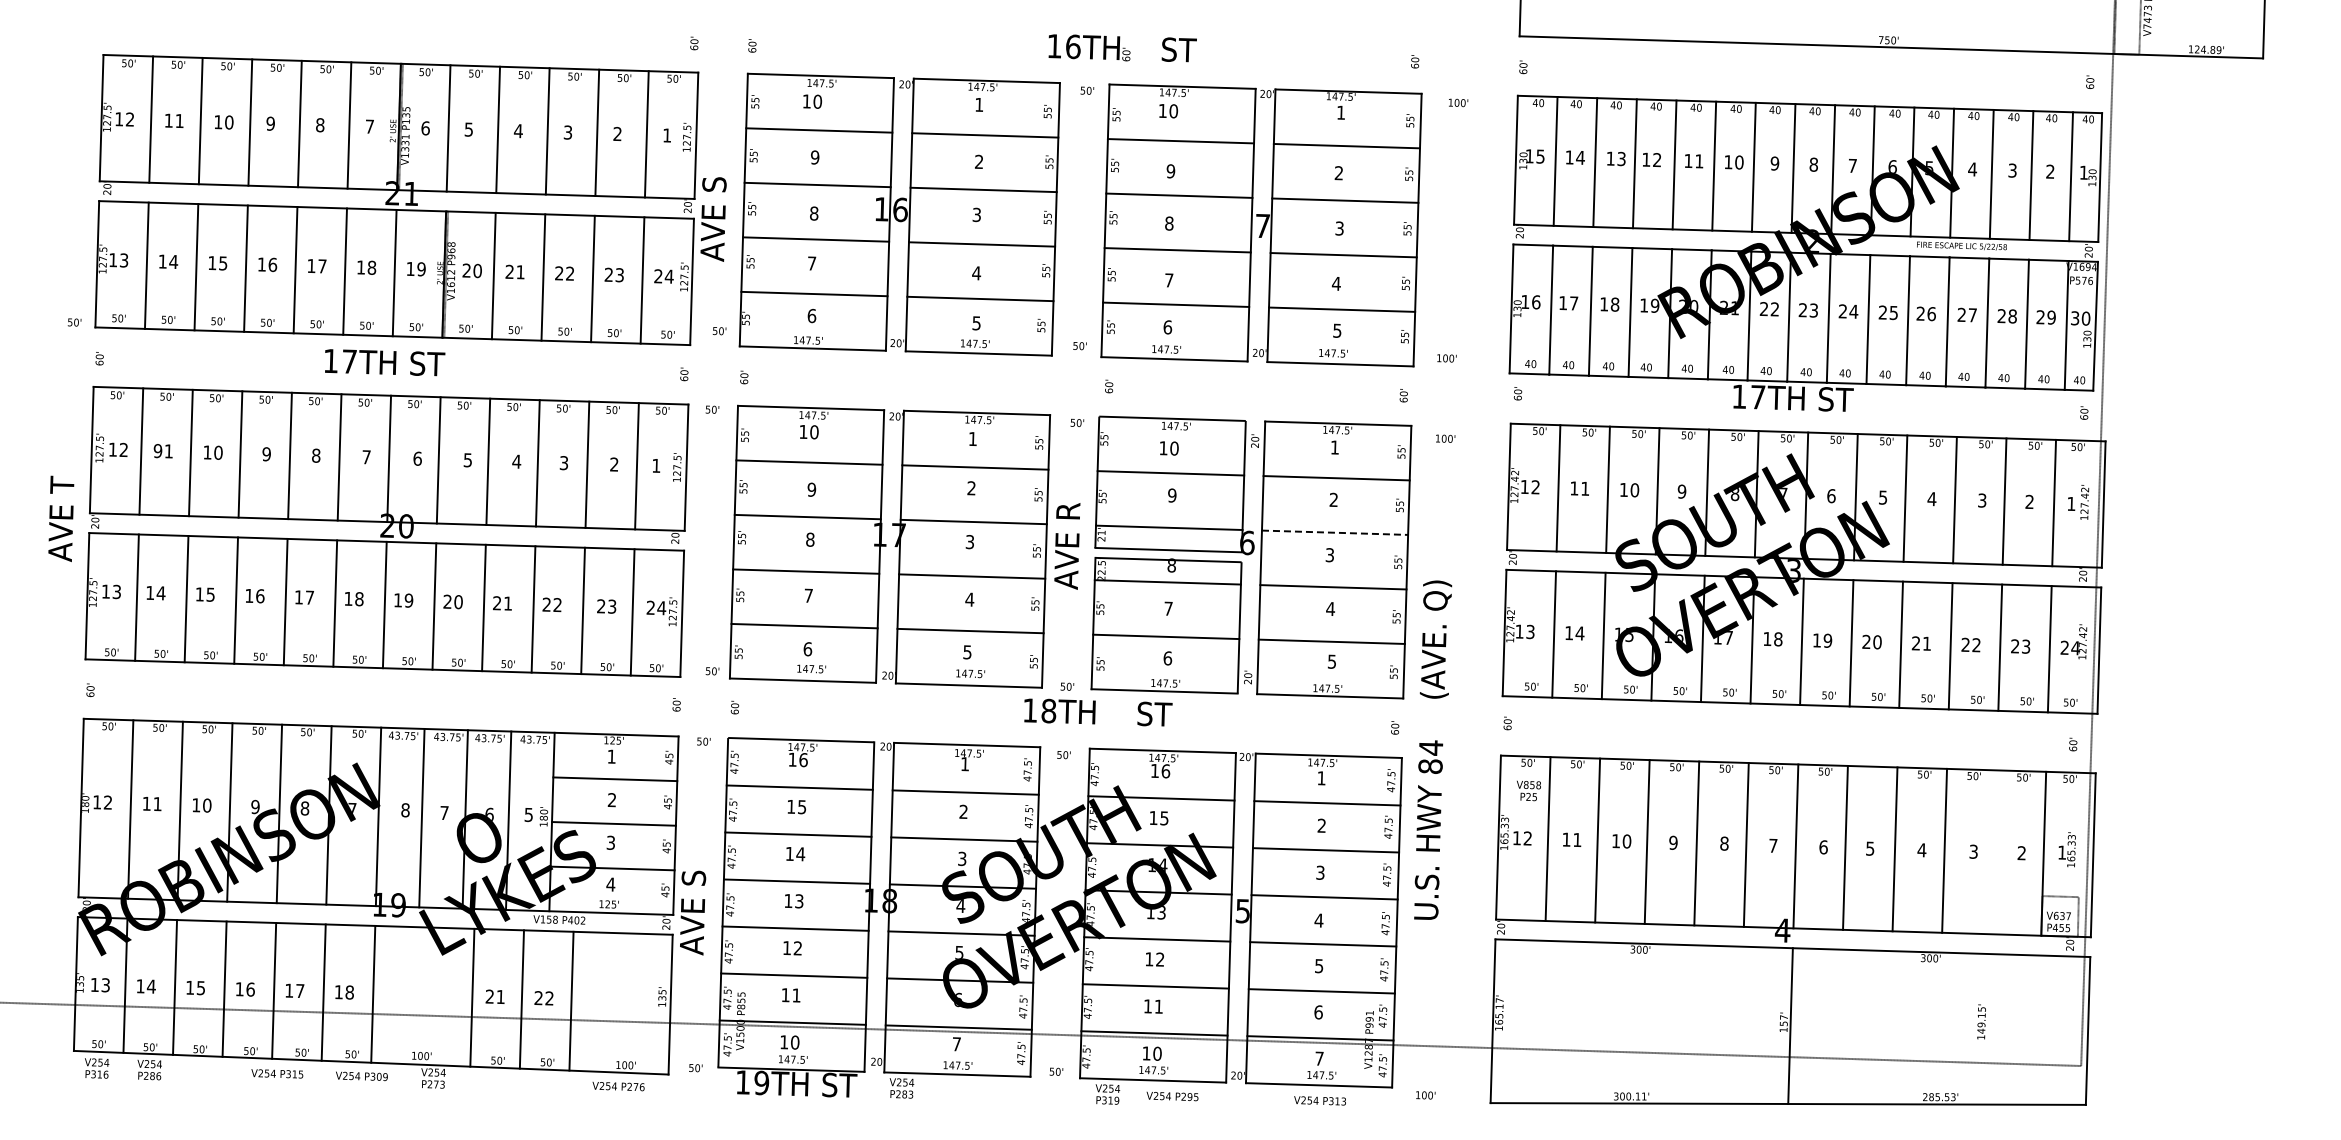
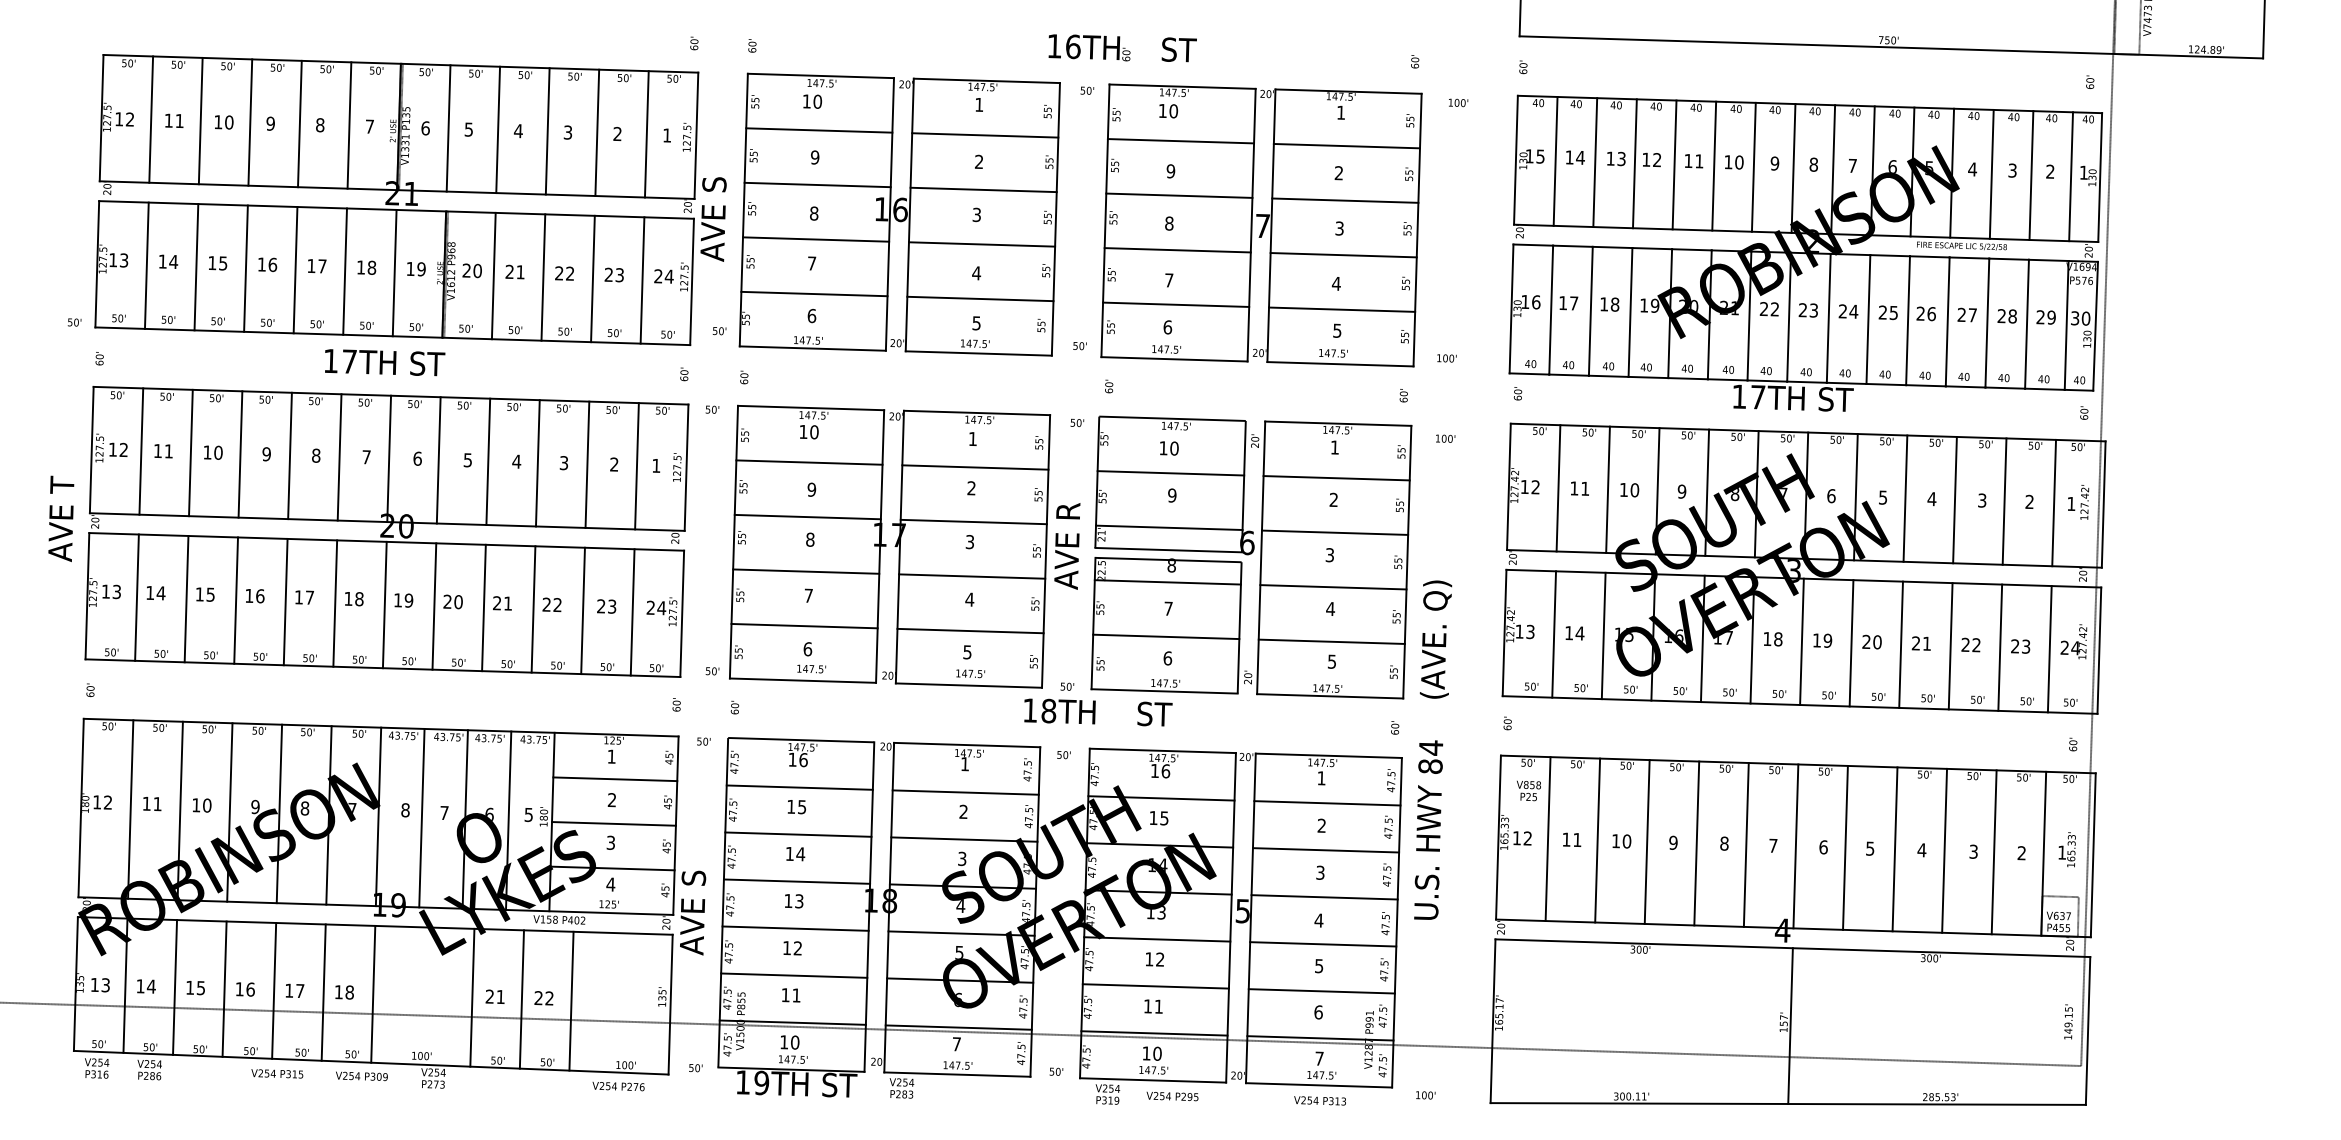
text at (157, 451): 91 -> 11
line at (1335, 532): dashed -> solid
line at (1993, 852): none -> present
text at (1981, 1021) position: (1981, 1021) -> (2068, 1021)
